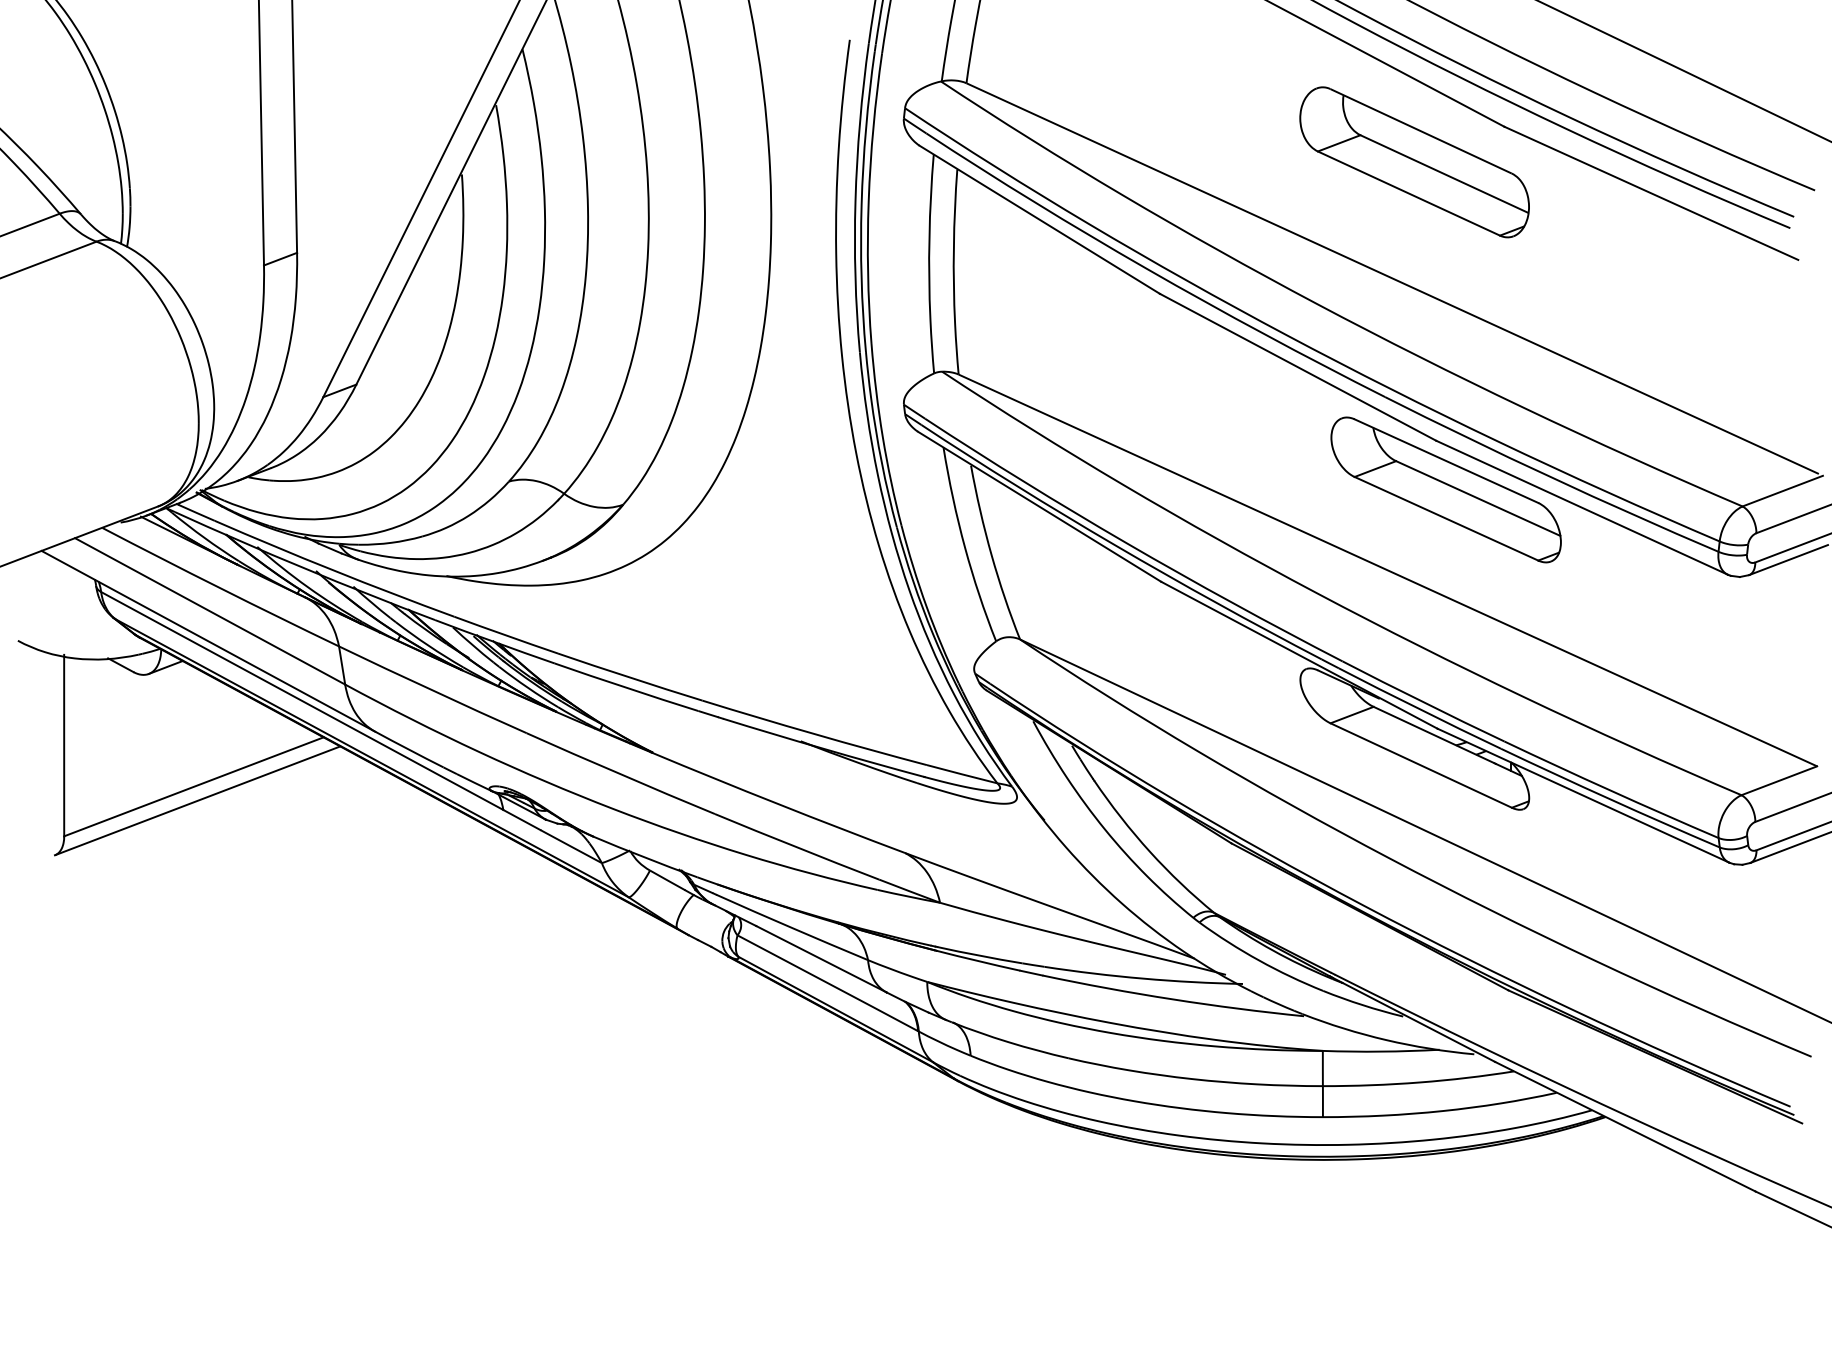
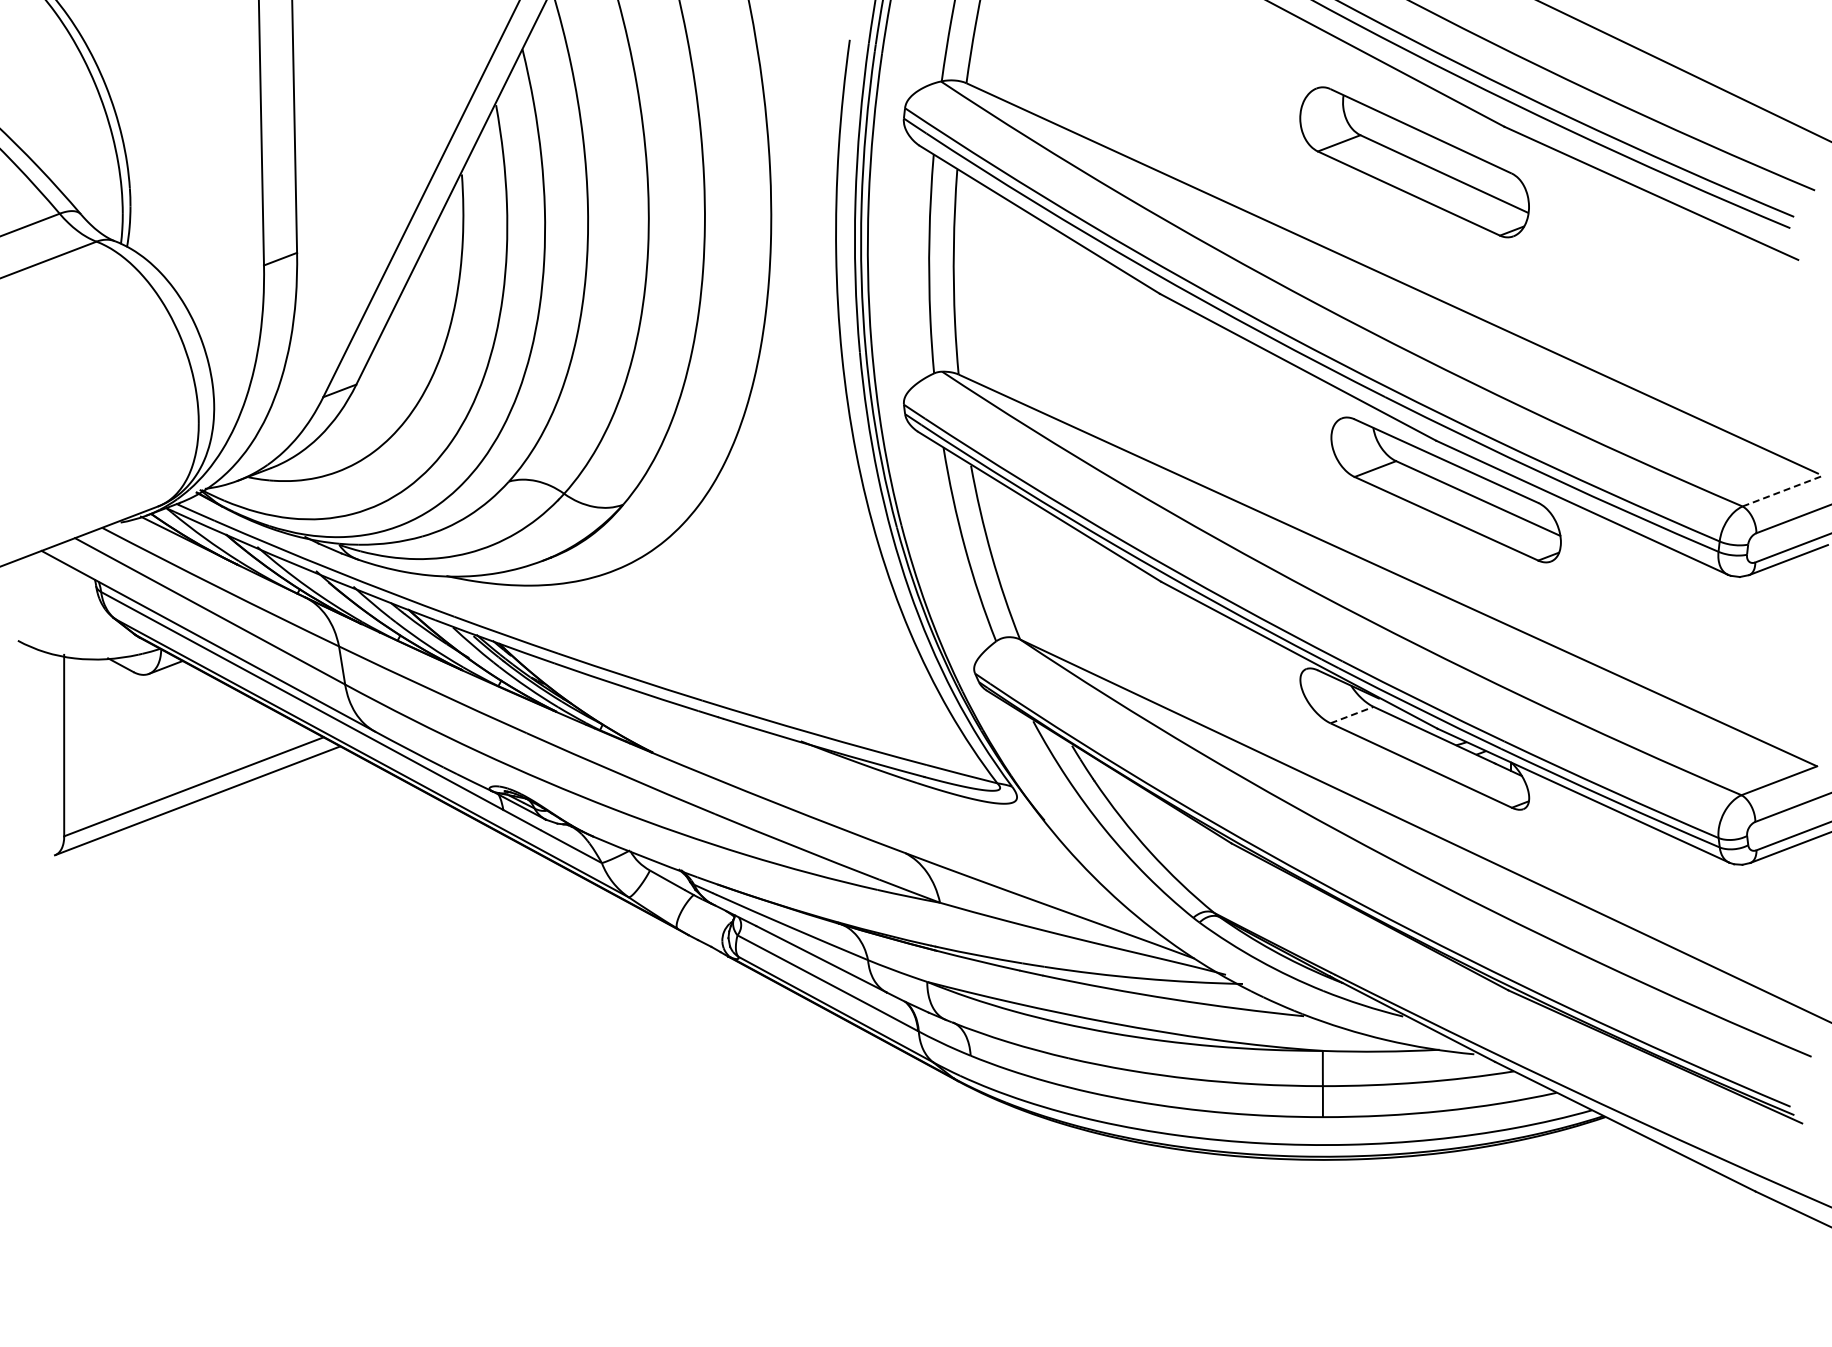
line at (1783, 490): solid -> dashed
line at (1352, 714): solid -> dashed
